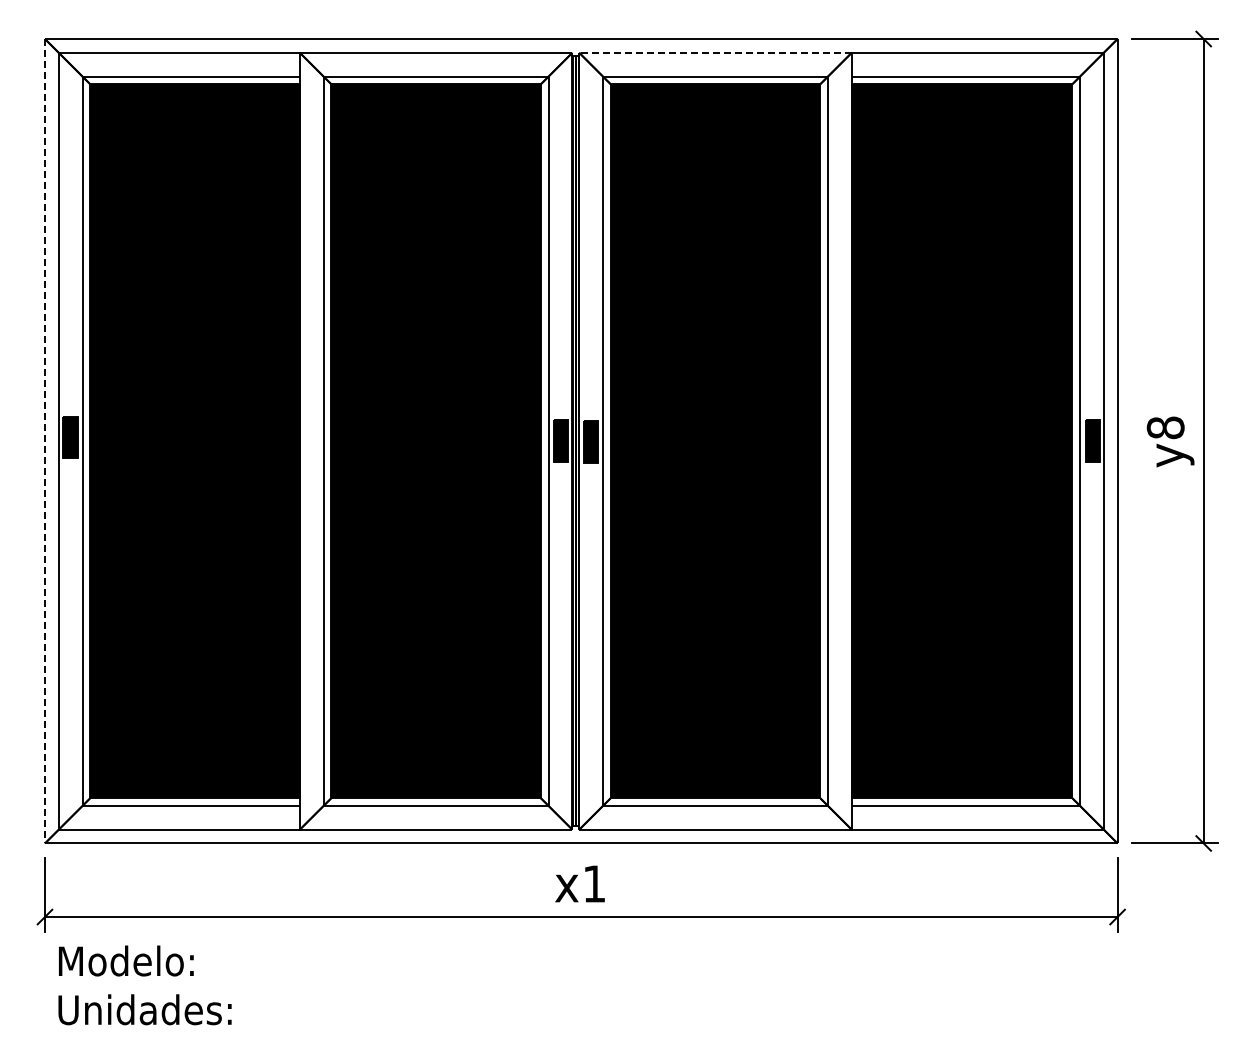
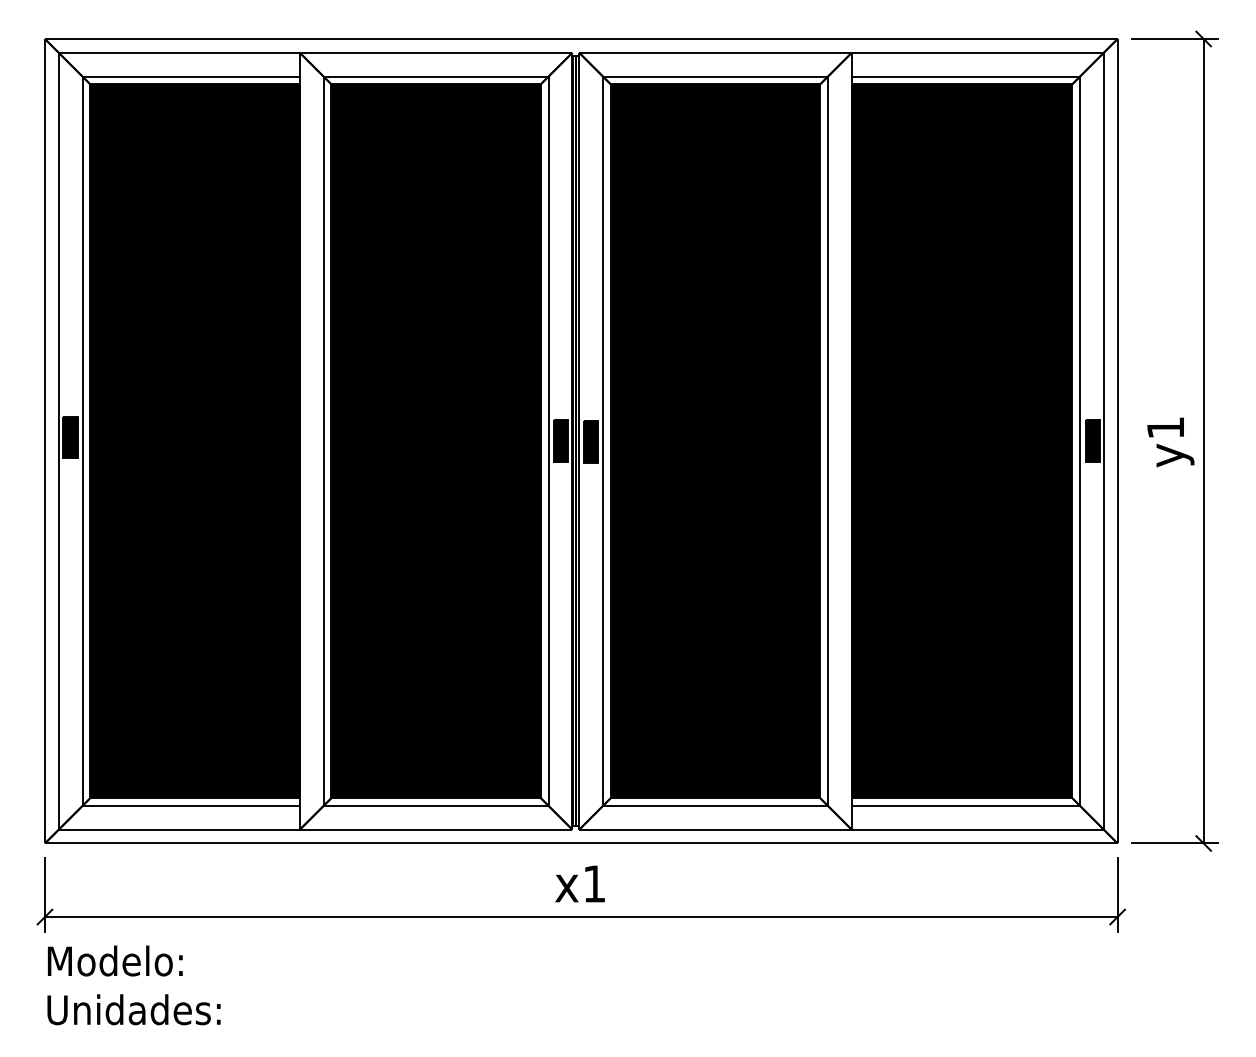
line at (715, 52): dashed -> solid
text at (1165, 427): y8 -> y1
line at (44, 441): dashed -> solid
text at (144, 985) position: (144, 985) -> (133, 985)
